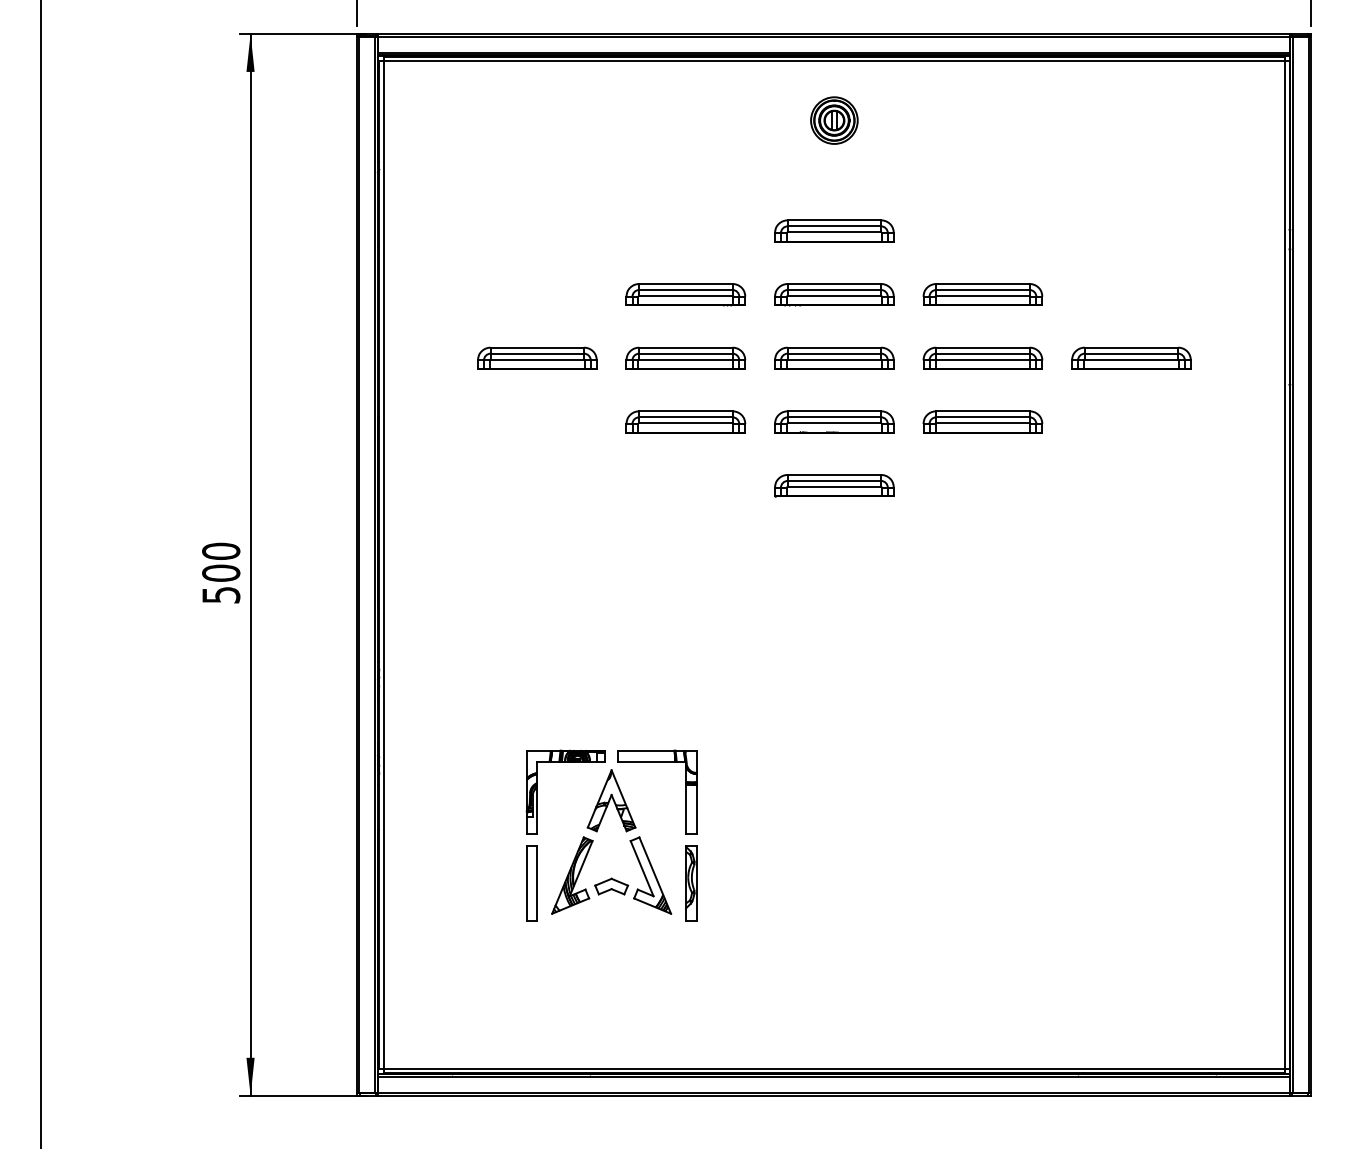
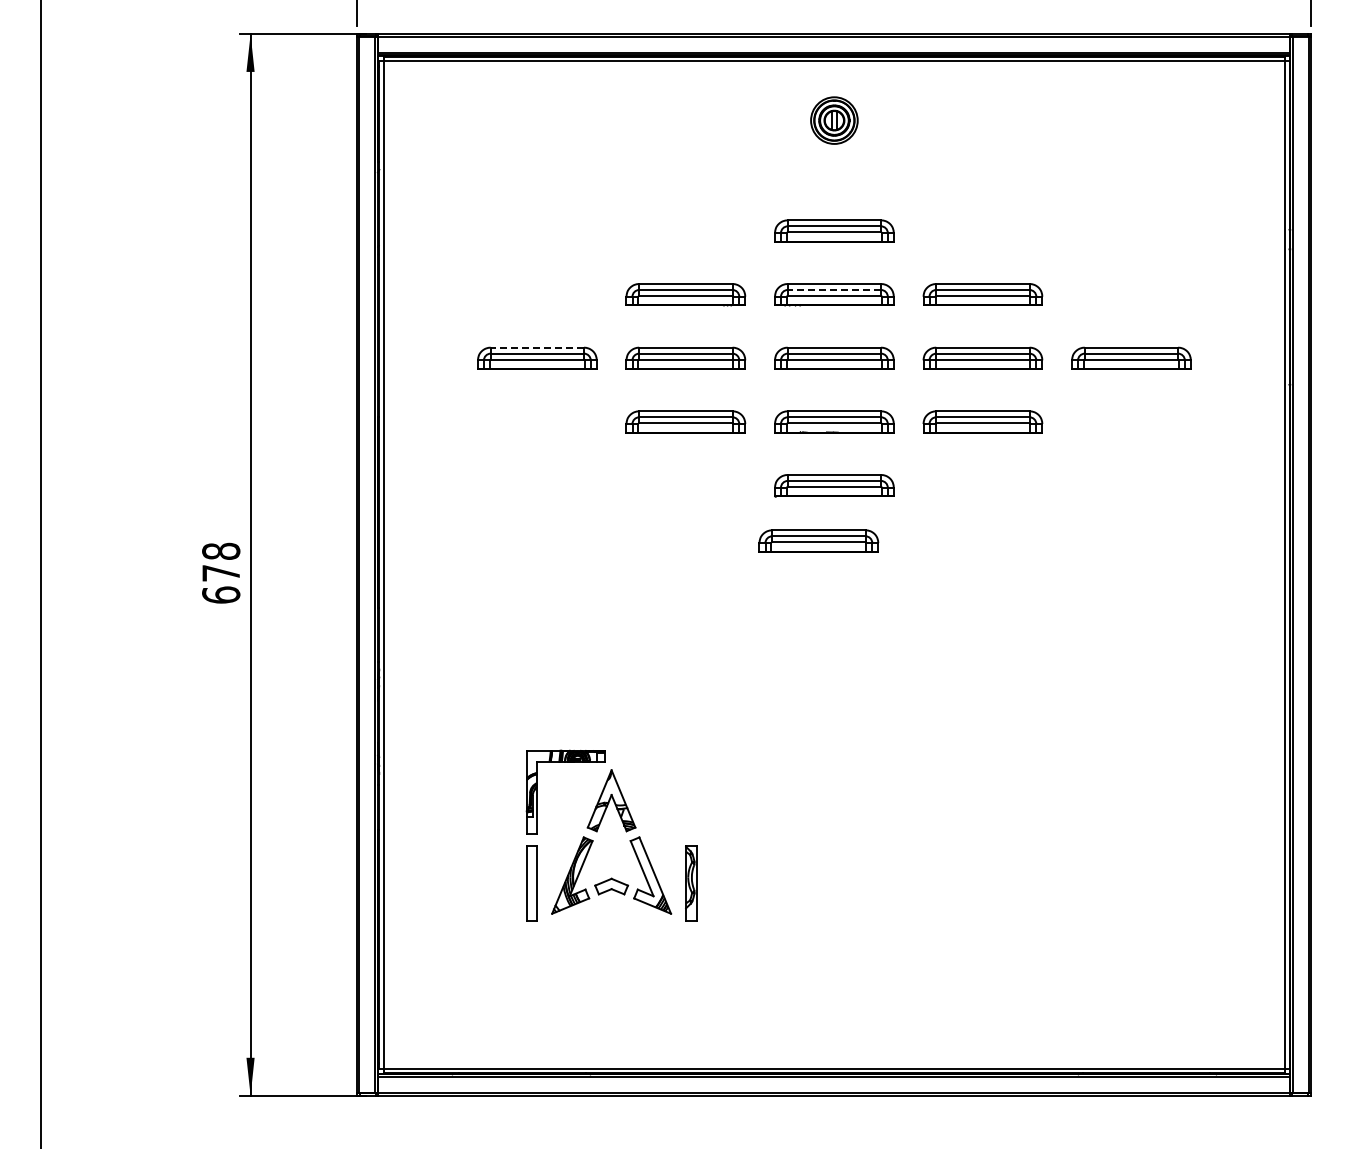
line at (834, 289): solid -> dashed
line at (537, 347): solid -> dashed
part at (818, 540): none -> present
text at (221, 572): 500 -> 678
part at (685, 791): present -> none
